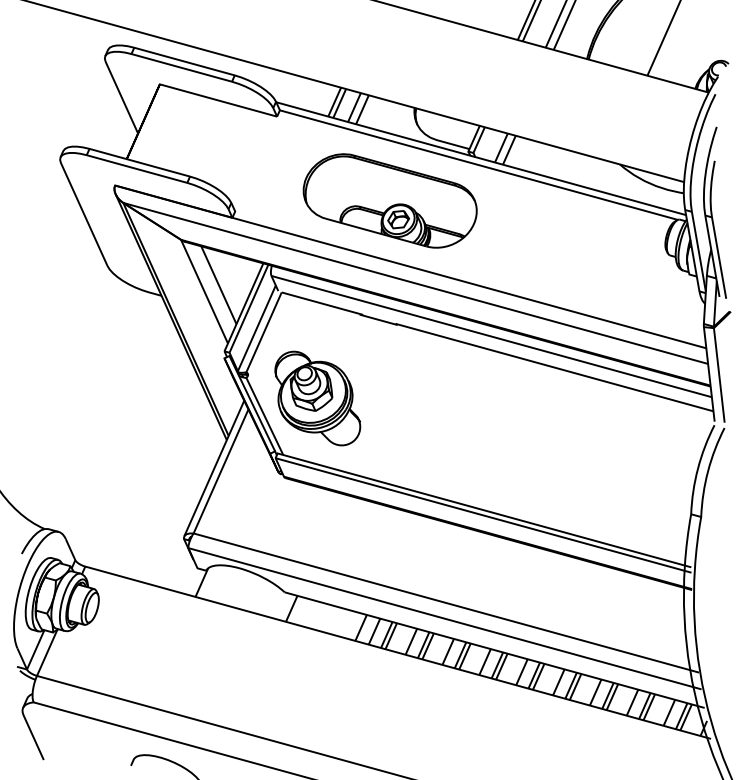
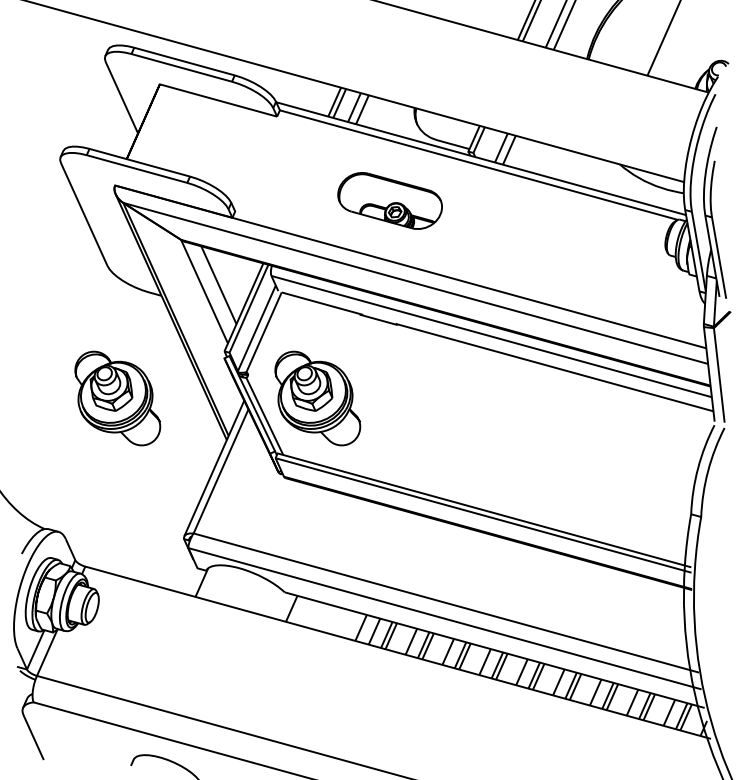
part at (389, 200) size: 176x96 px -> 106x58 px
part at (117, 398): none -> present
